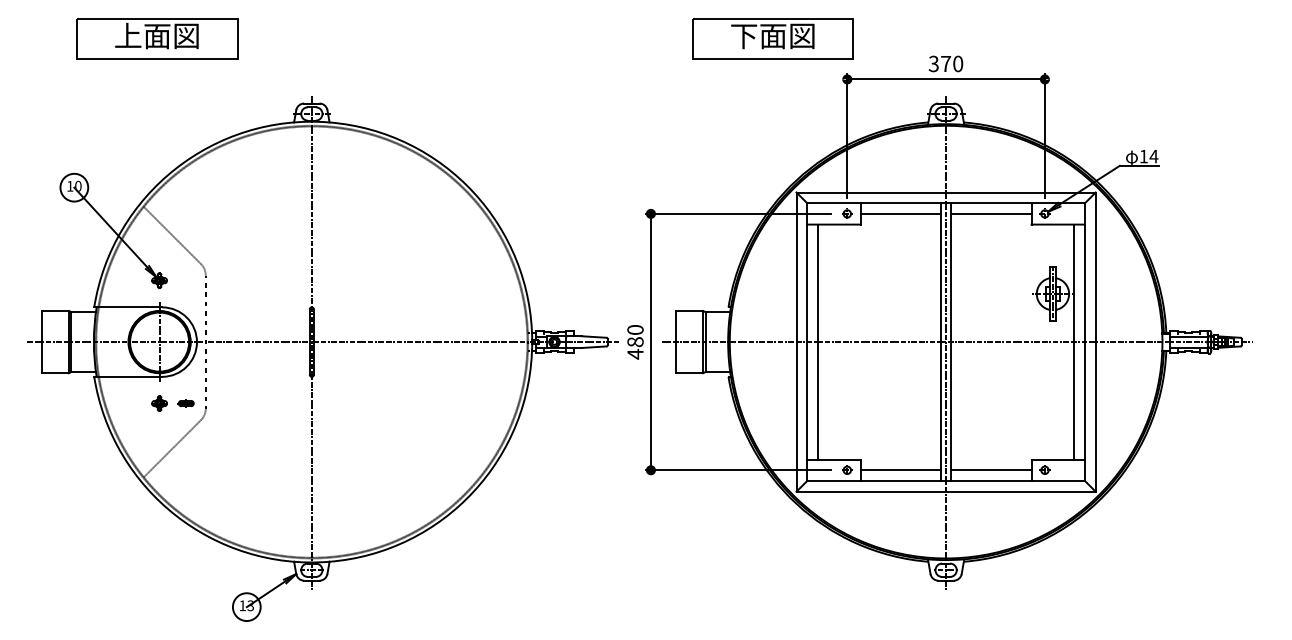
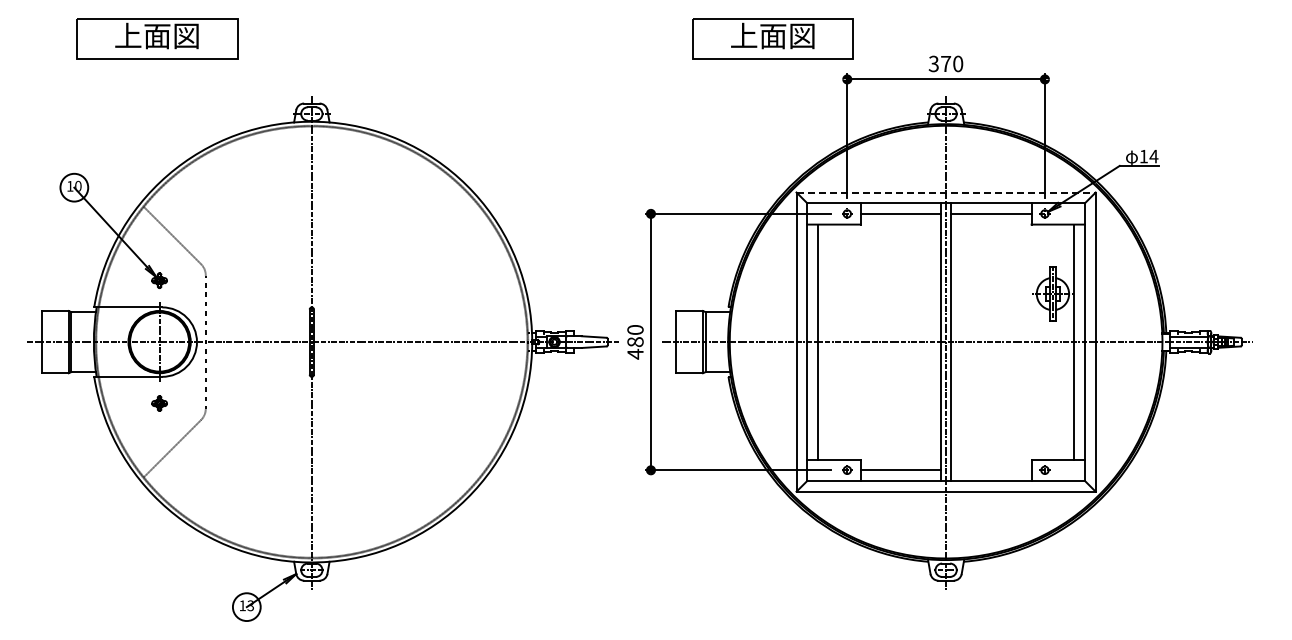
text at (744, 35): 下面図 -> 上面図
line at (946, 192): solid -> dashed
part at (185, 403): present -> none
line at (991, 470): present -> none
